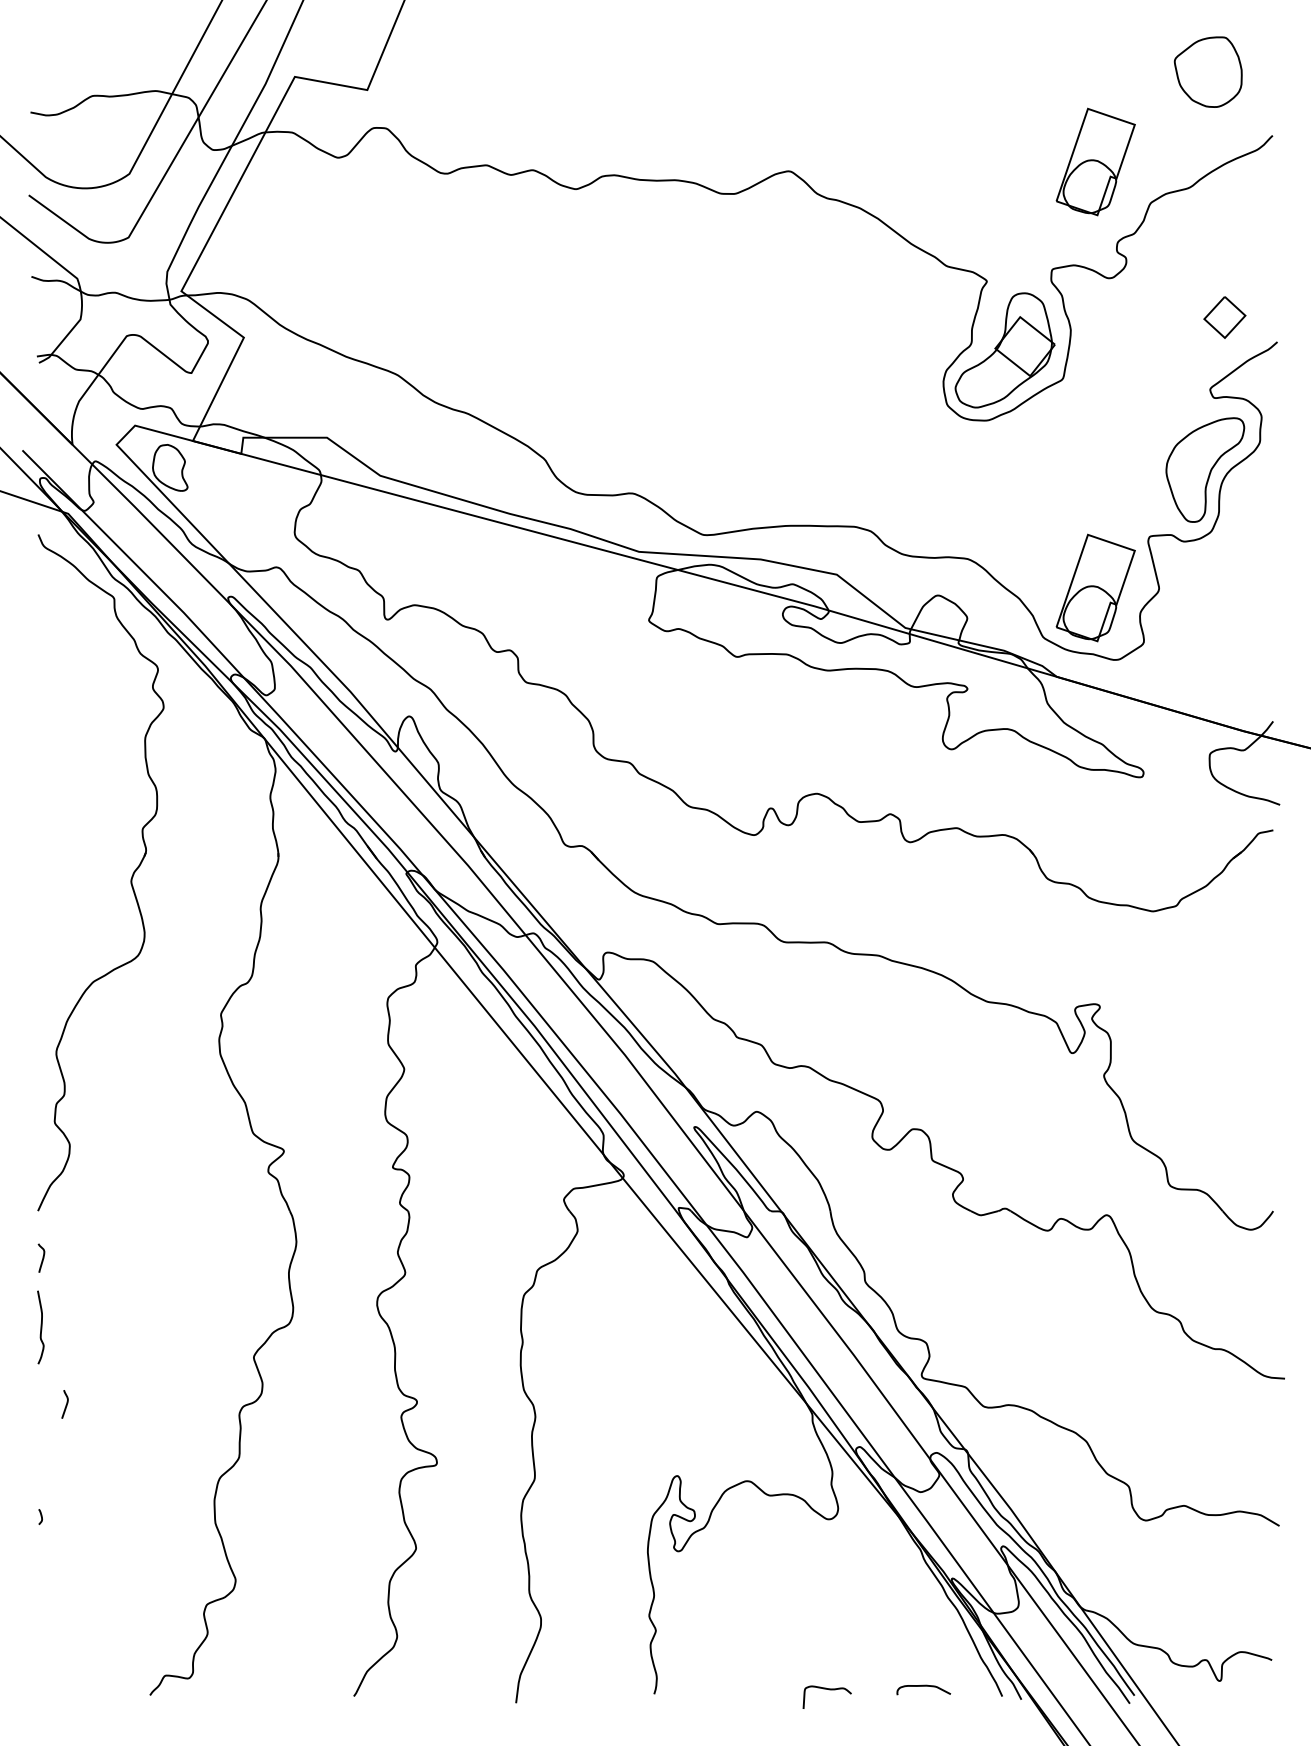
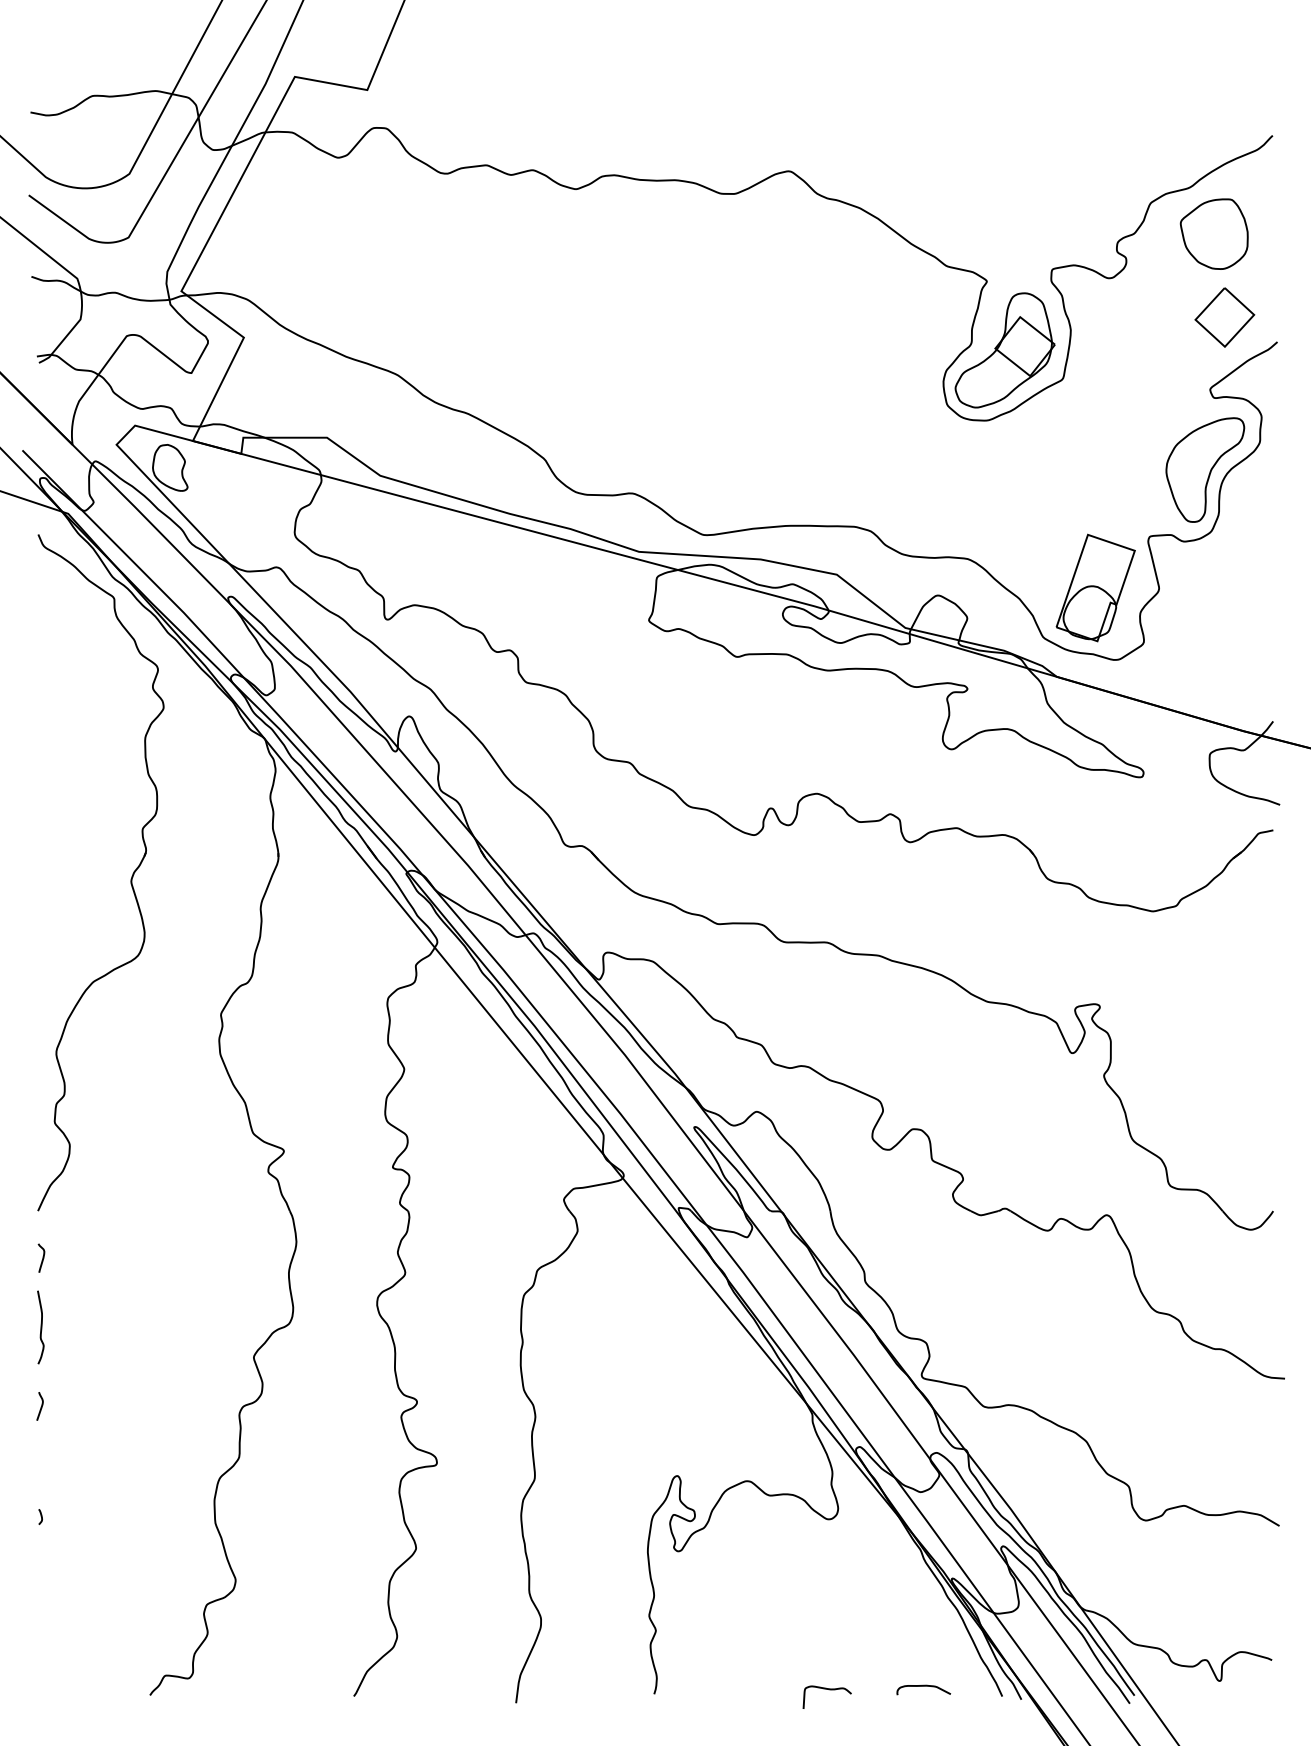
part at (1207, 71) position: (1207, 71) -> (1213, 233)
part at (1095, 161): present -> none
part at (1224, 317) size: 44x43 px -> 62x61 px
curve at (65, 1405) position: (65, 1405) -> (40, 1407)
